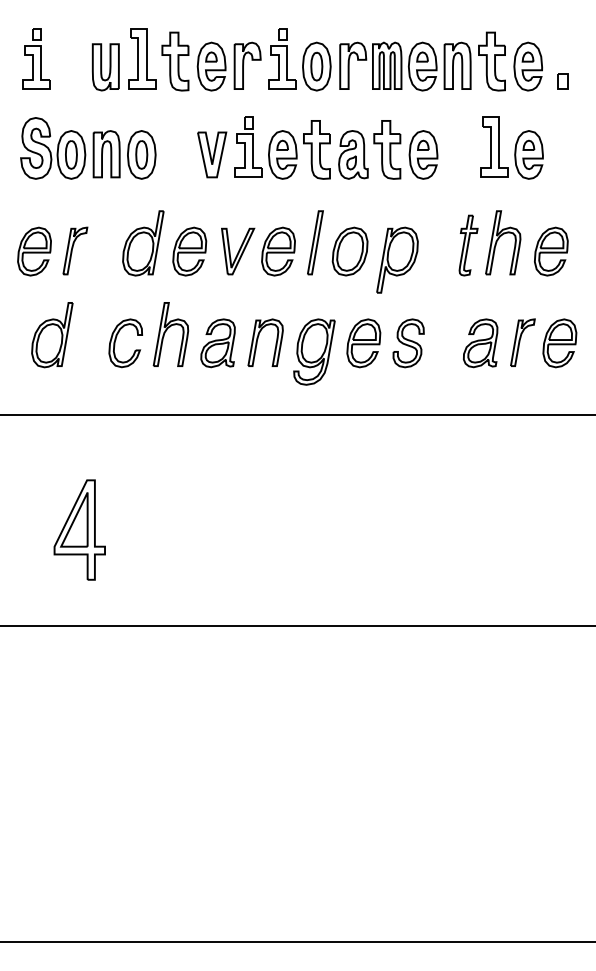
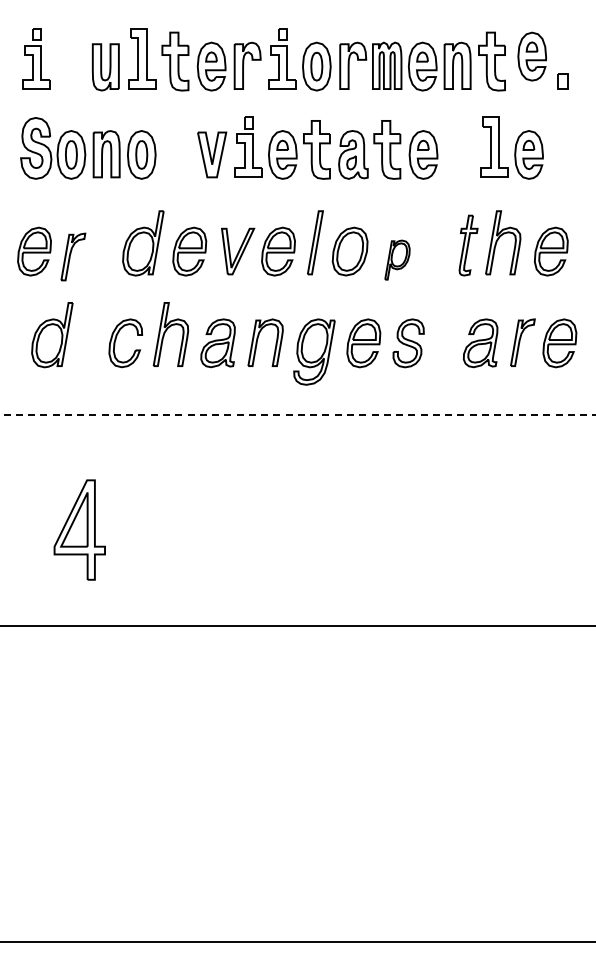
part at (527, 66) position: (527, 66) -> (531, 56)
part at (75, 250) position: (75, 250) -> (73, 256)
part at (397, 259) size: 43x68 px -> 27x42 px
line at (297, 415): solid -> dashed
